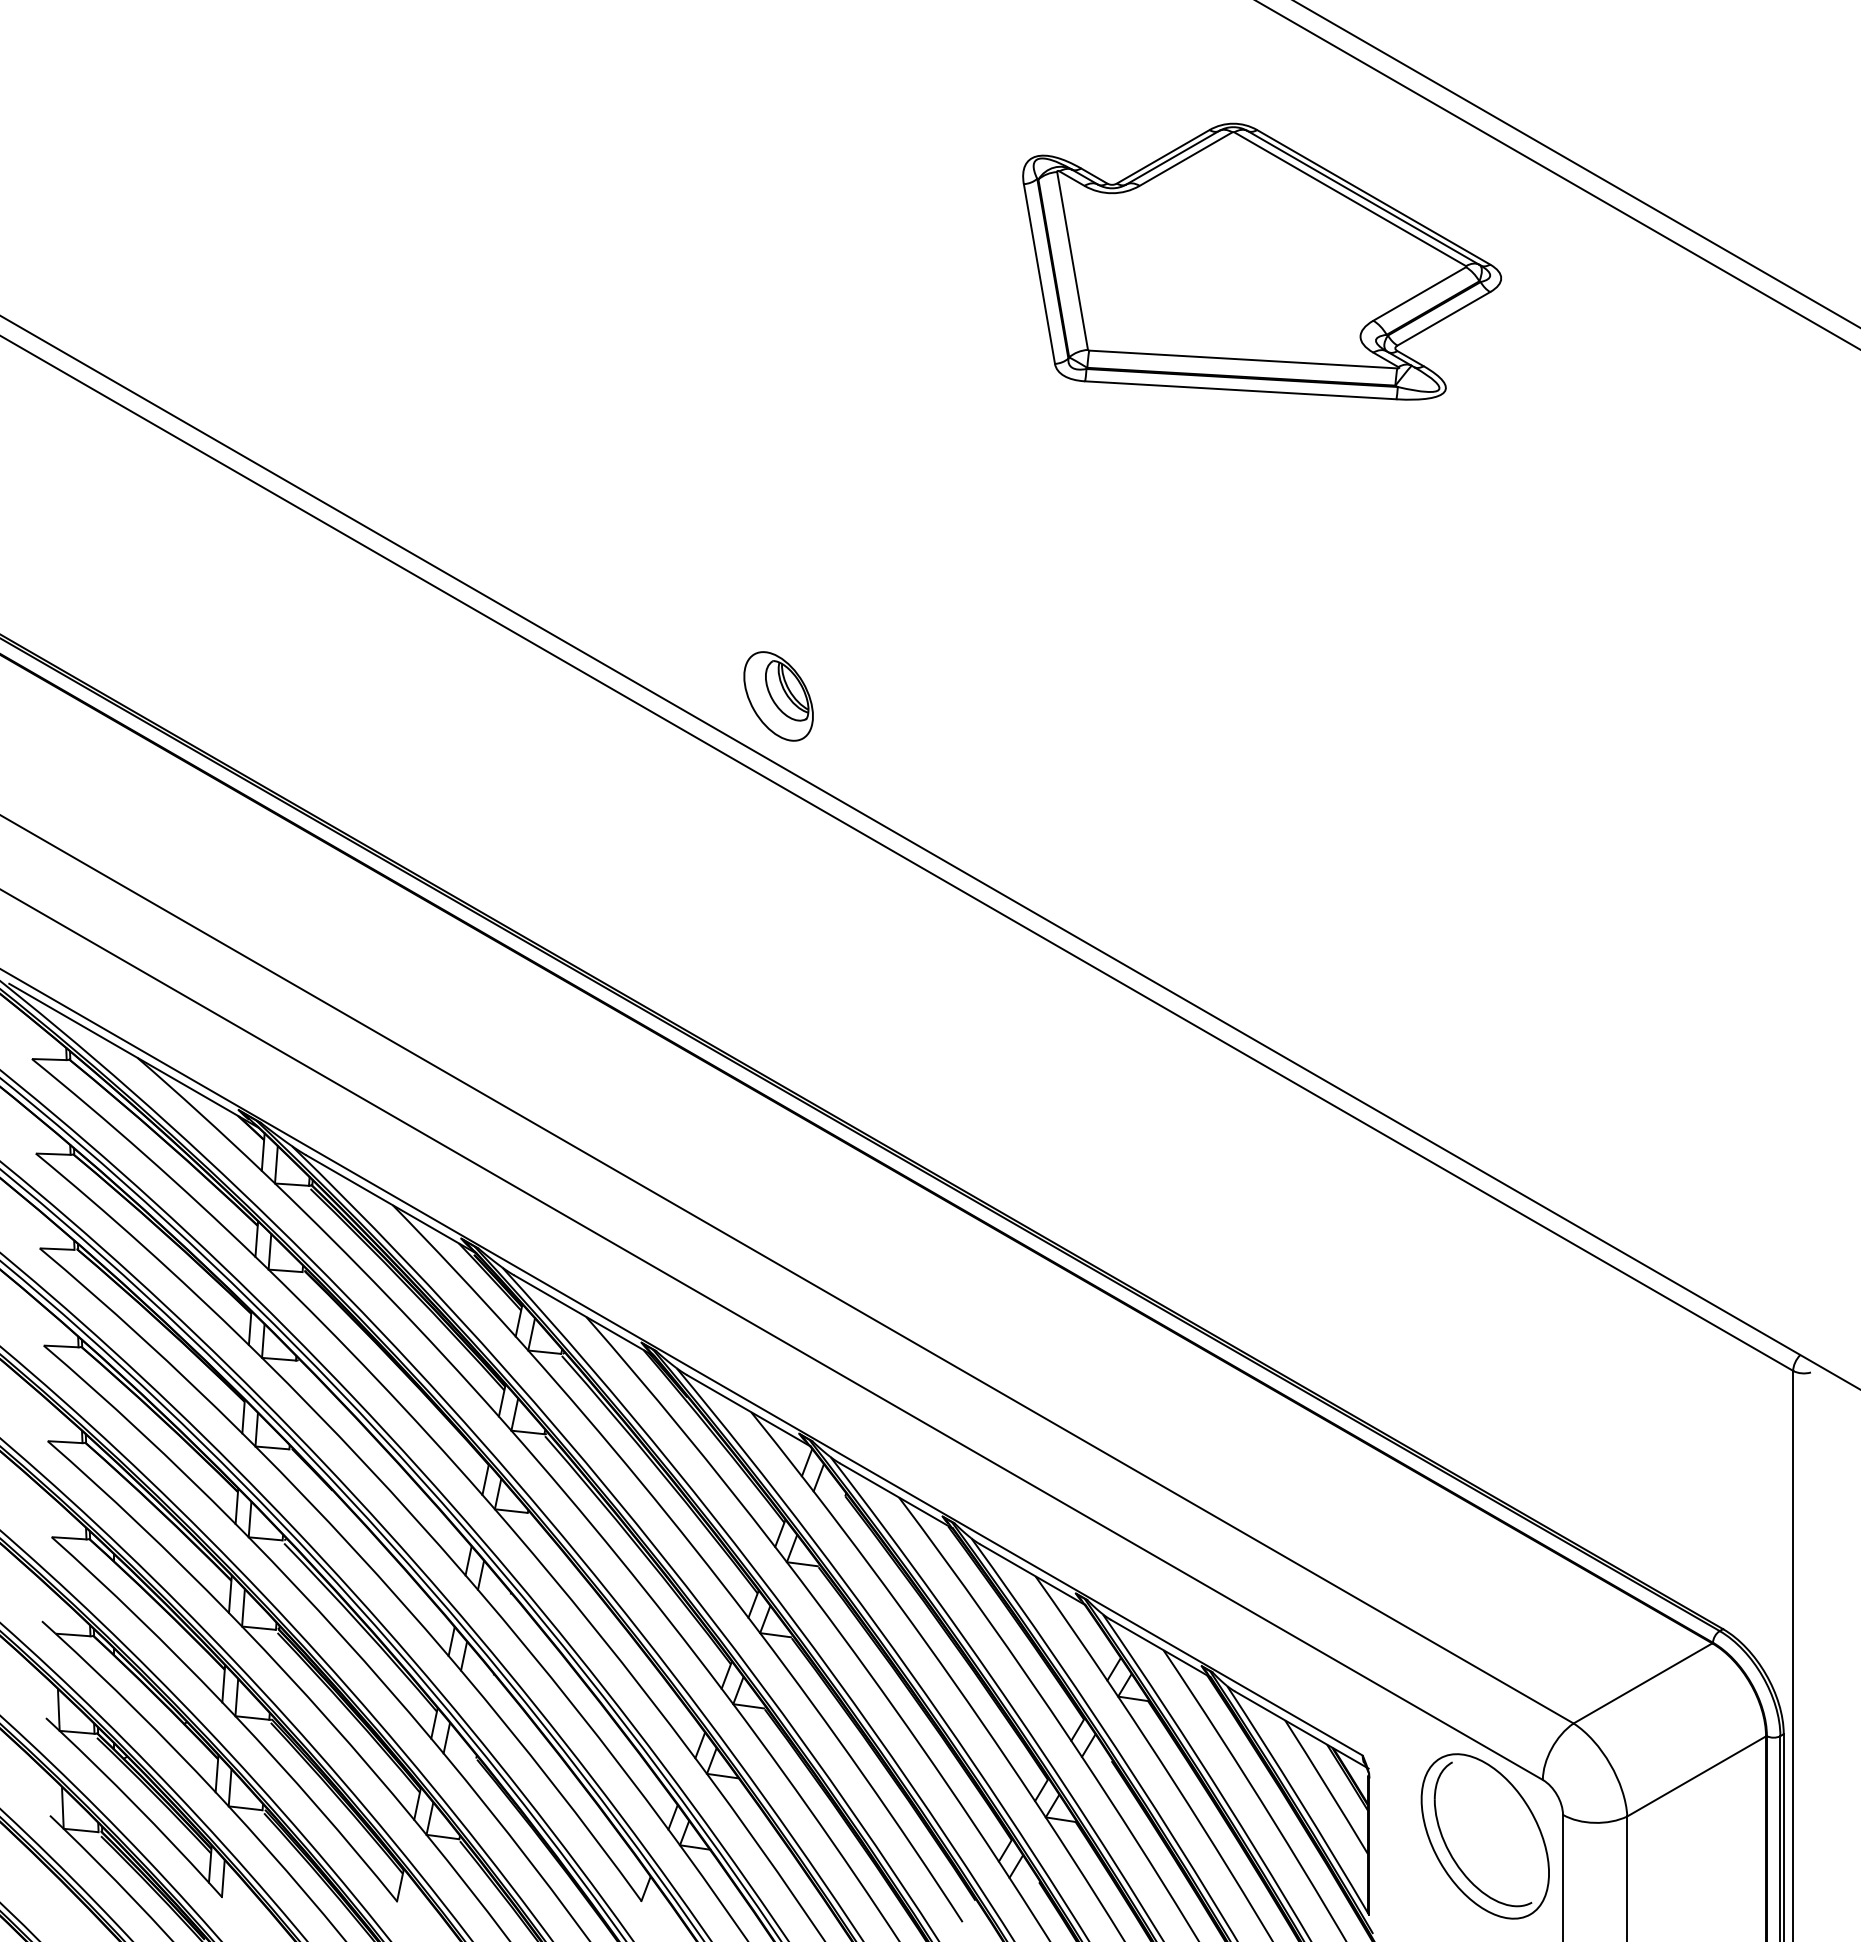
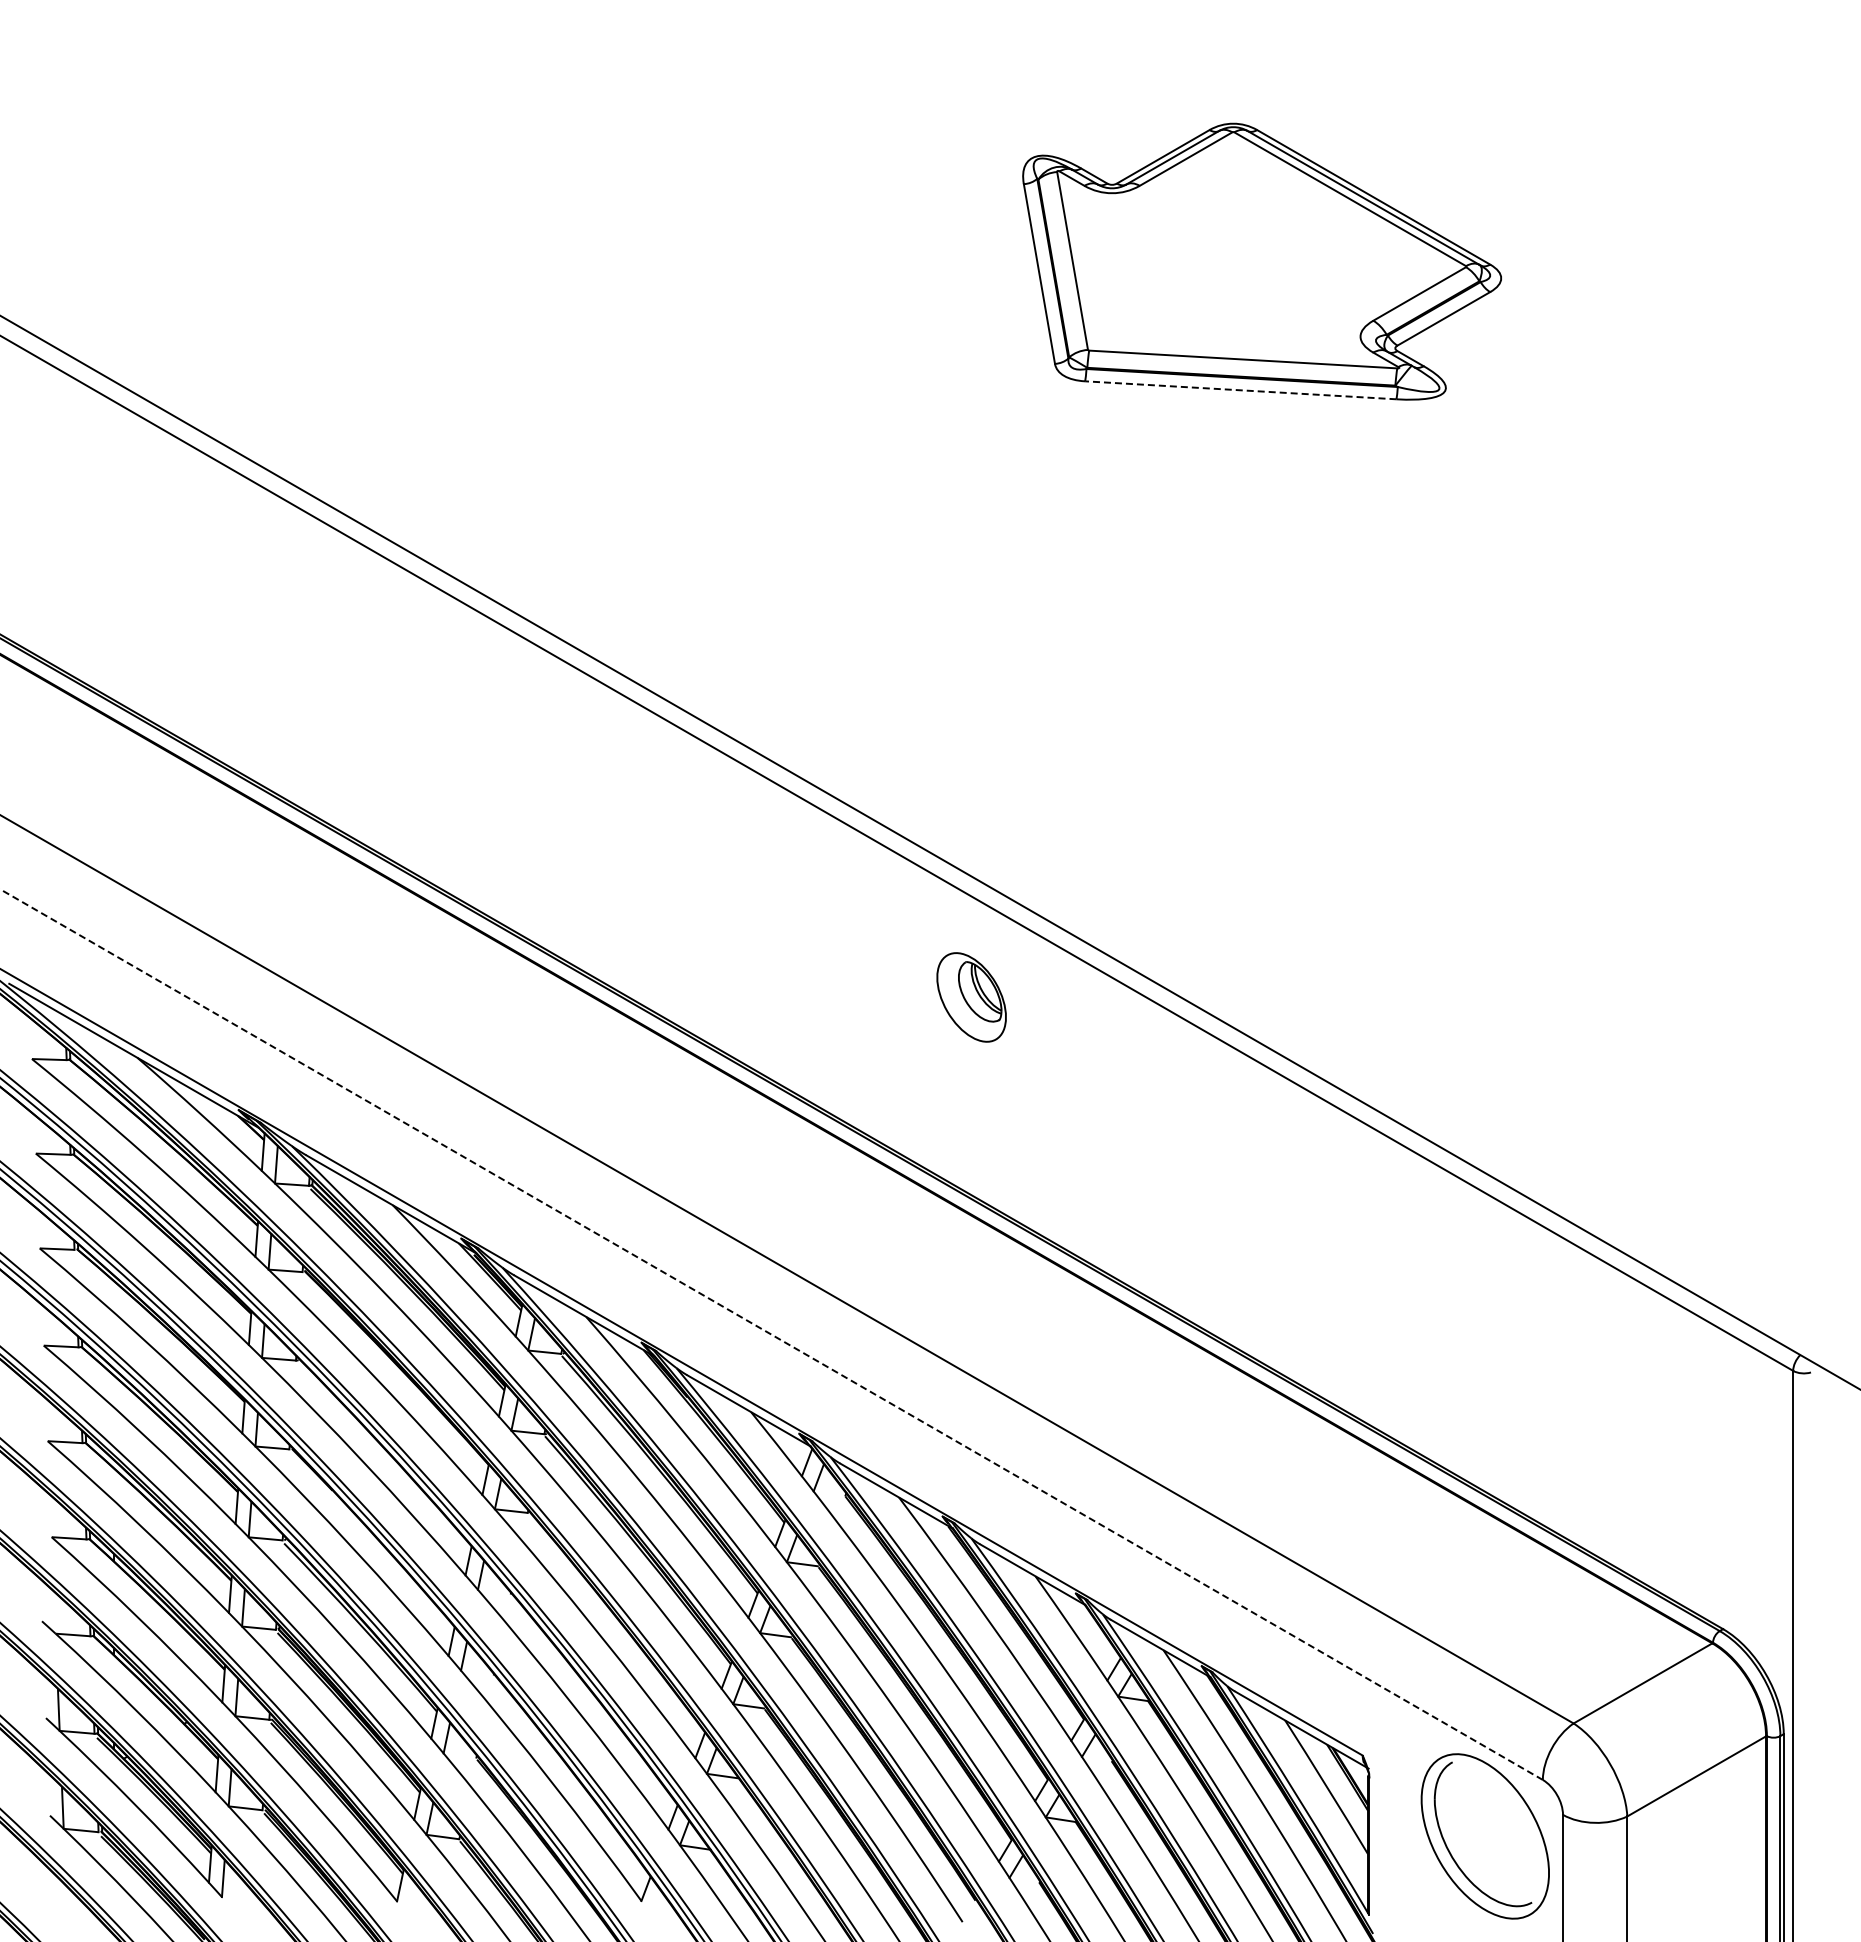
line at (1576, 164): present -> none
line at (1557, 174): present -> none
line at (1240, 390): solid -> dashed
part at (778, 696) position: (778, 696) -> (971, 997)
line at (771, 1334): solid -> dashed
